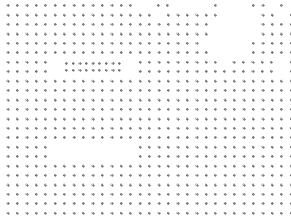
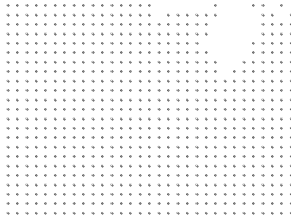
part at (162, 5) position: (162, 5) -> (144, 5)
part at (92, 66) size: 56x10 px -> 78x12 px
part at (247, 66) position: (247, 66) -> (257, 66)
part at (92, 151): none -> present
